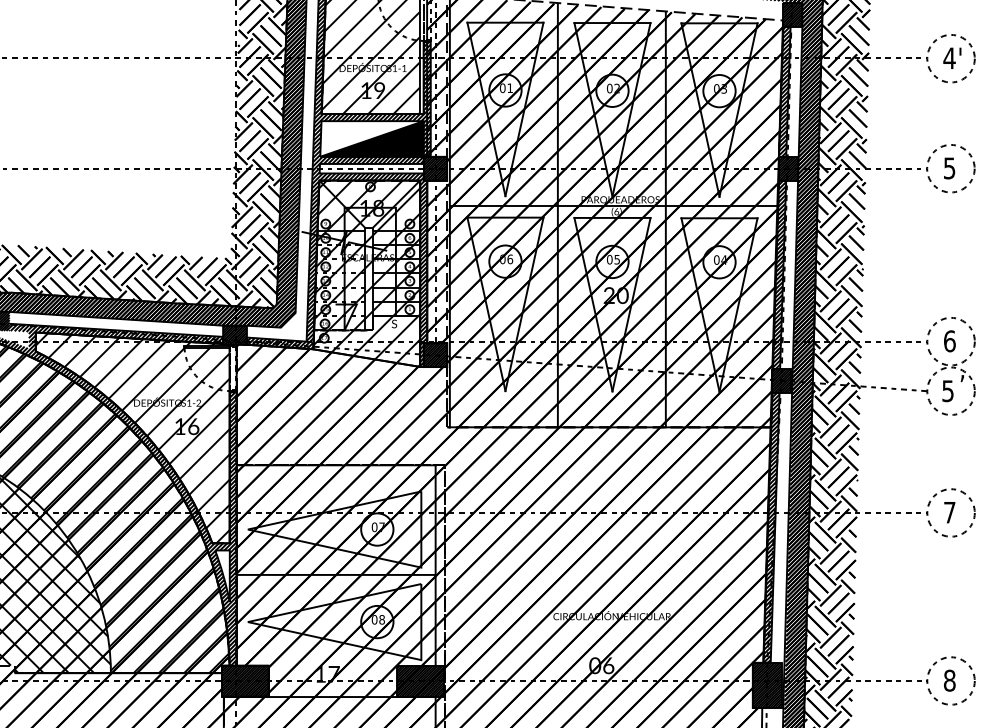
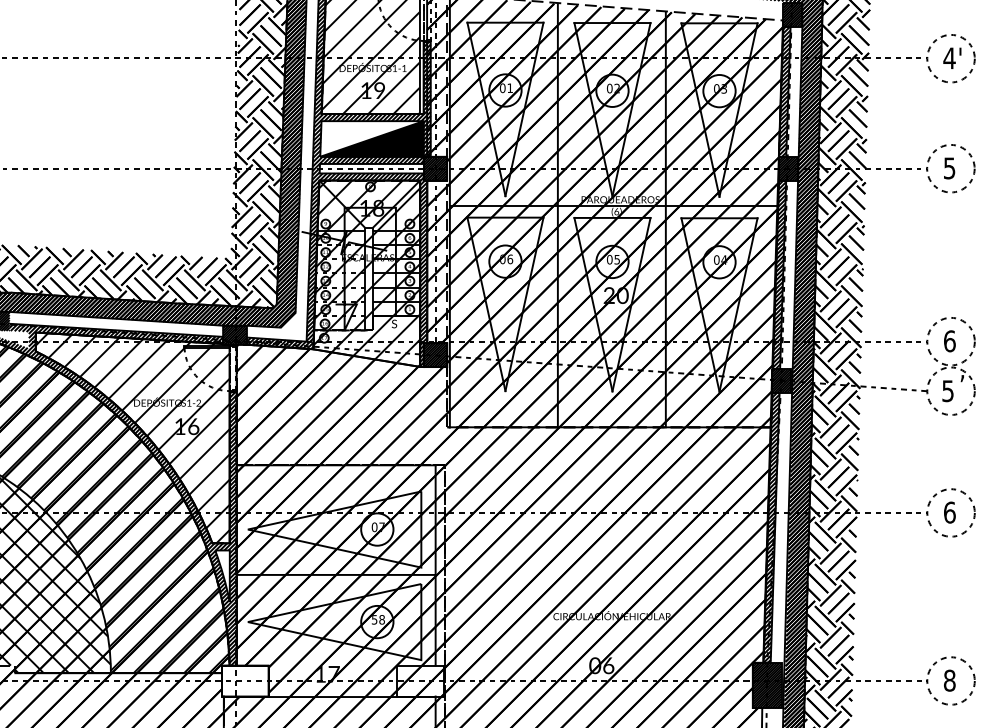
text at (949, 512): 7 -> 6
text at (374, 619): 08 -> 58
hatch at (245, 680): present -> none
hatch at (420, 680): present -> none
